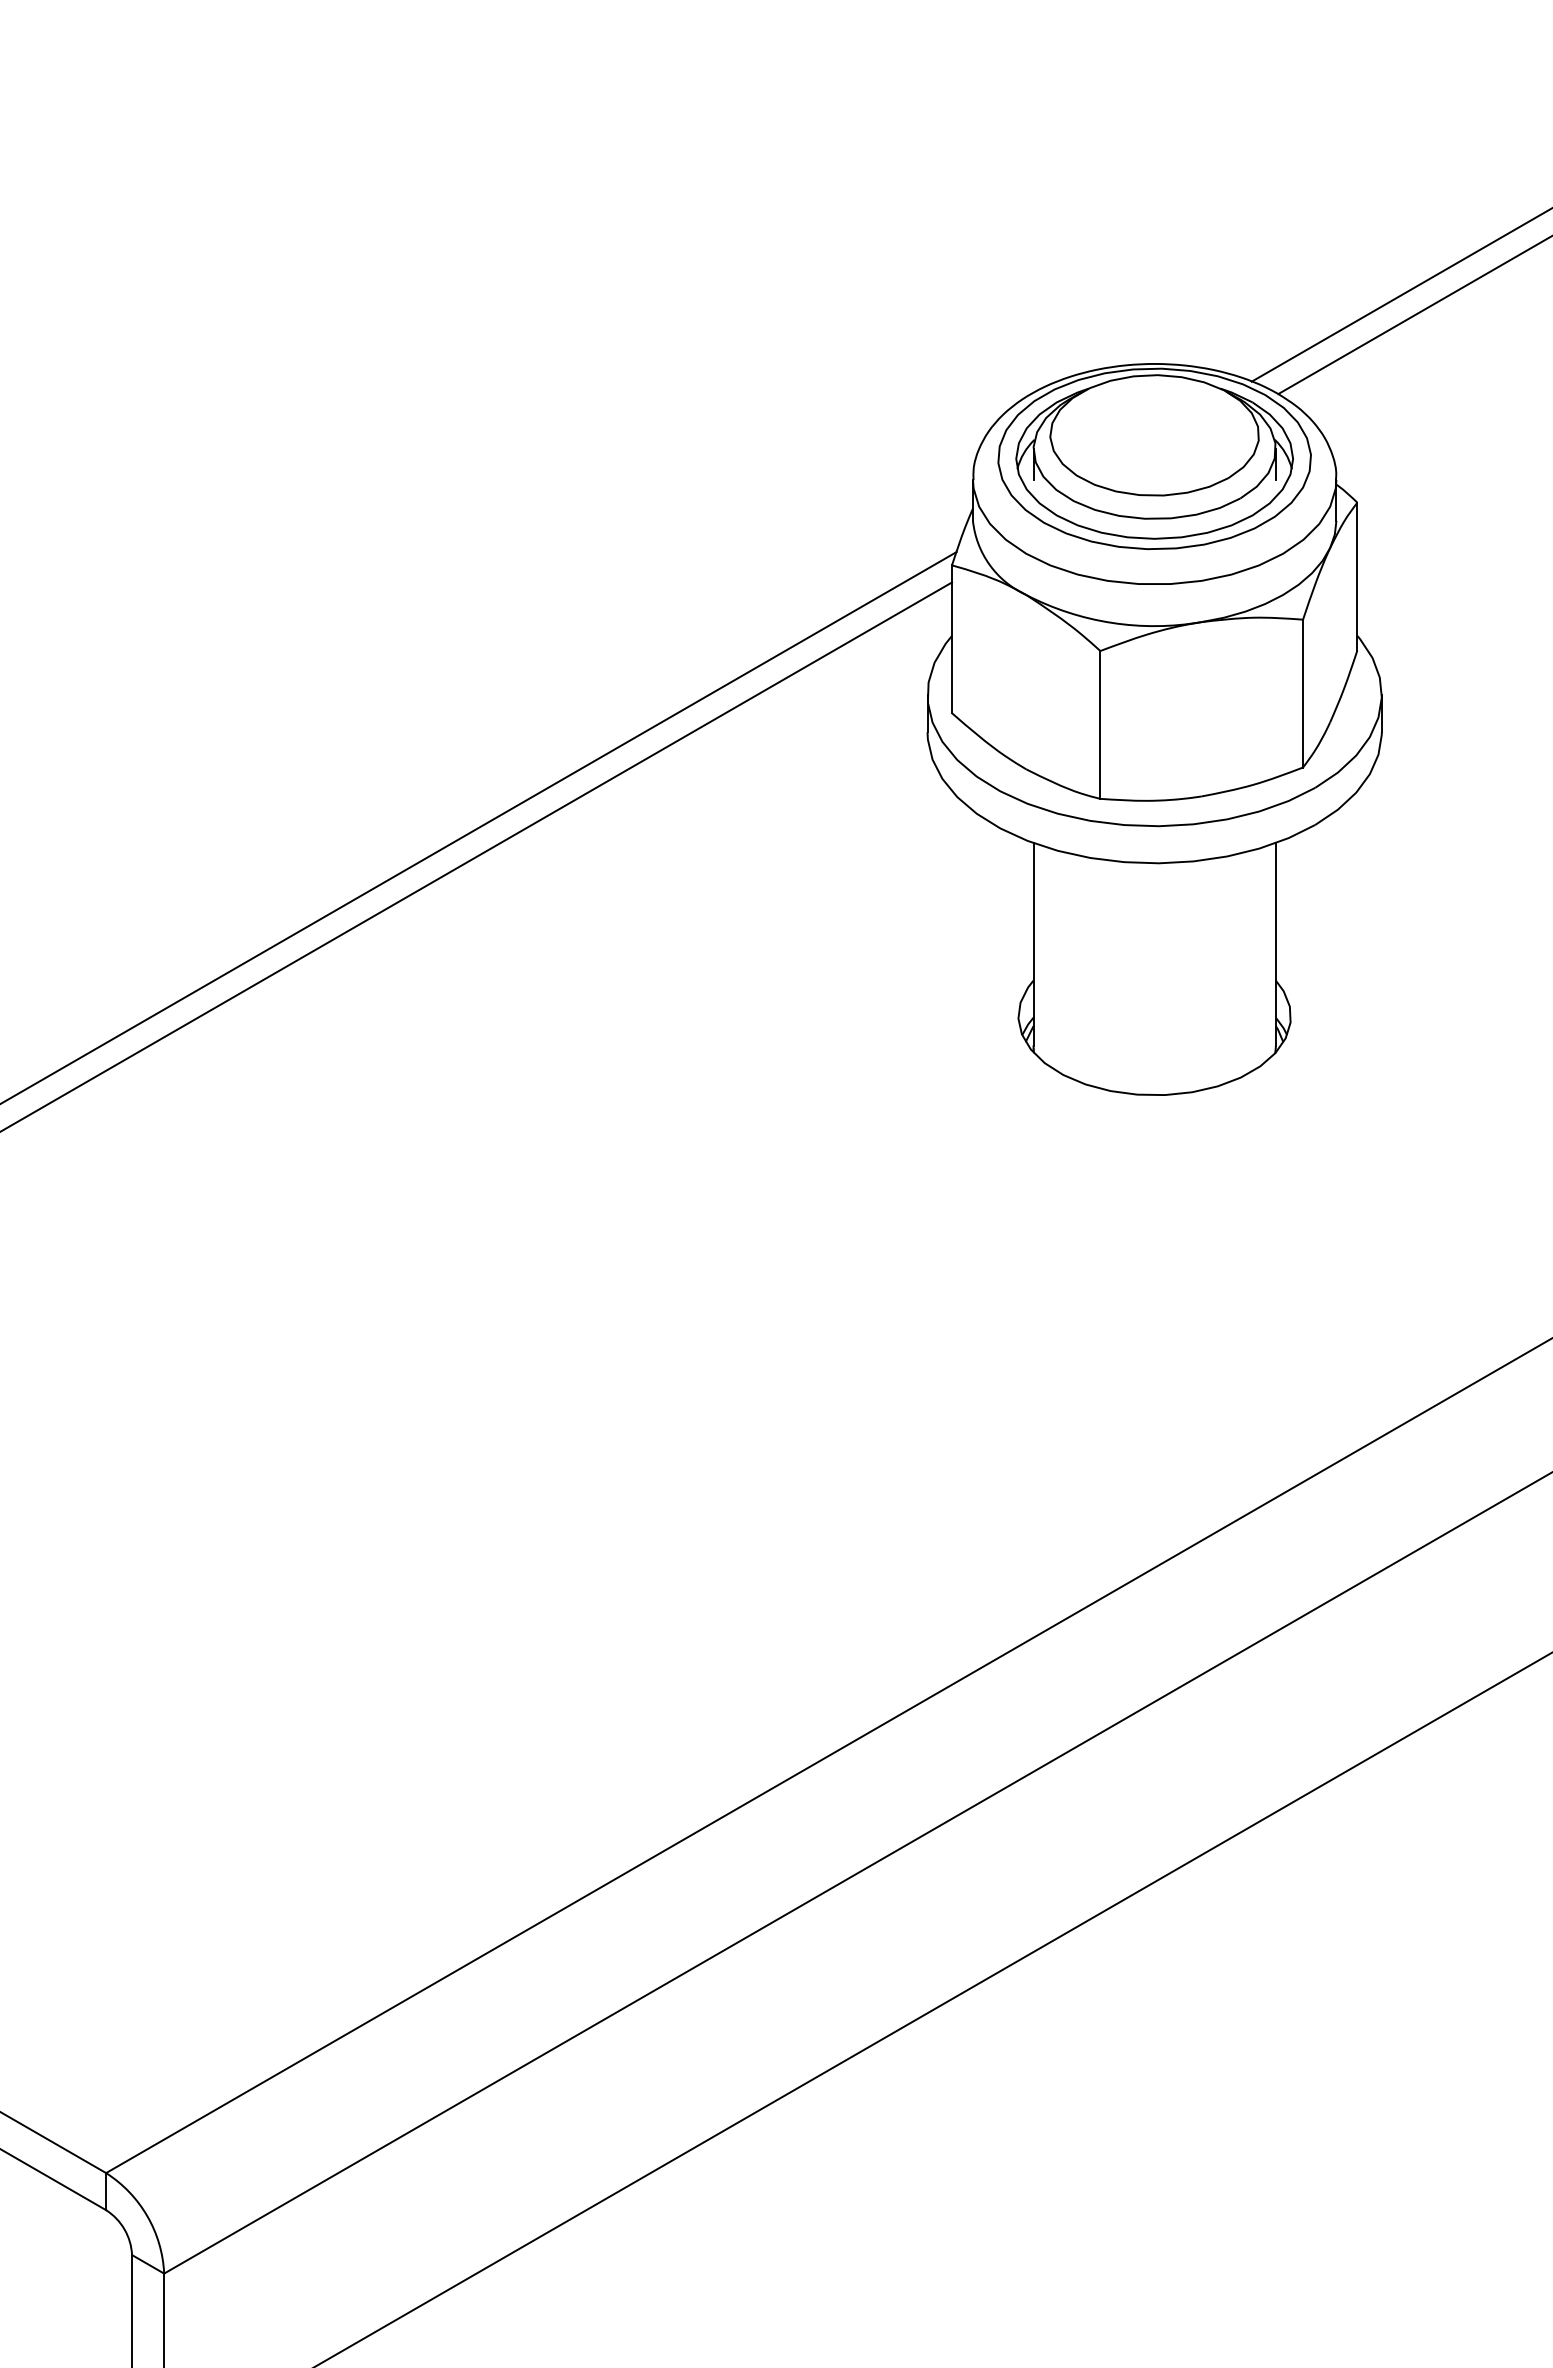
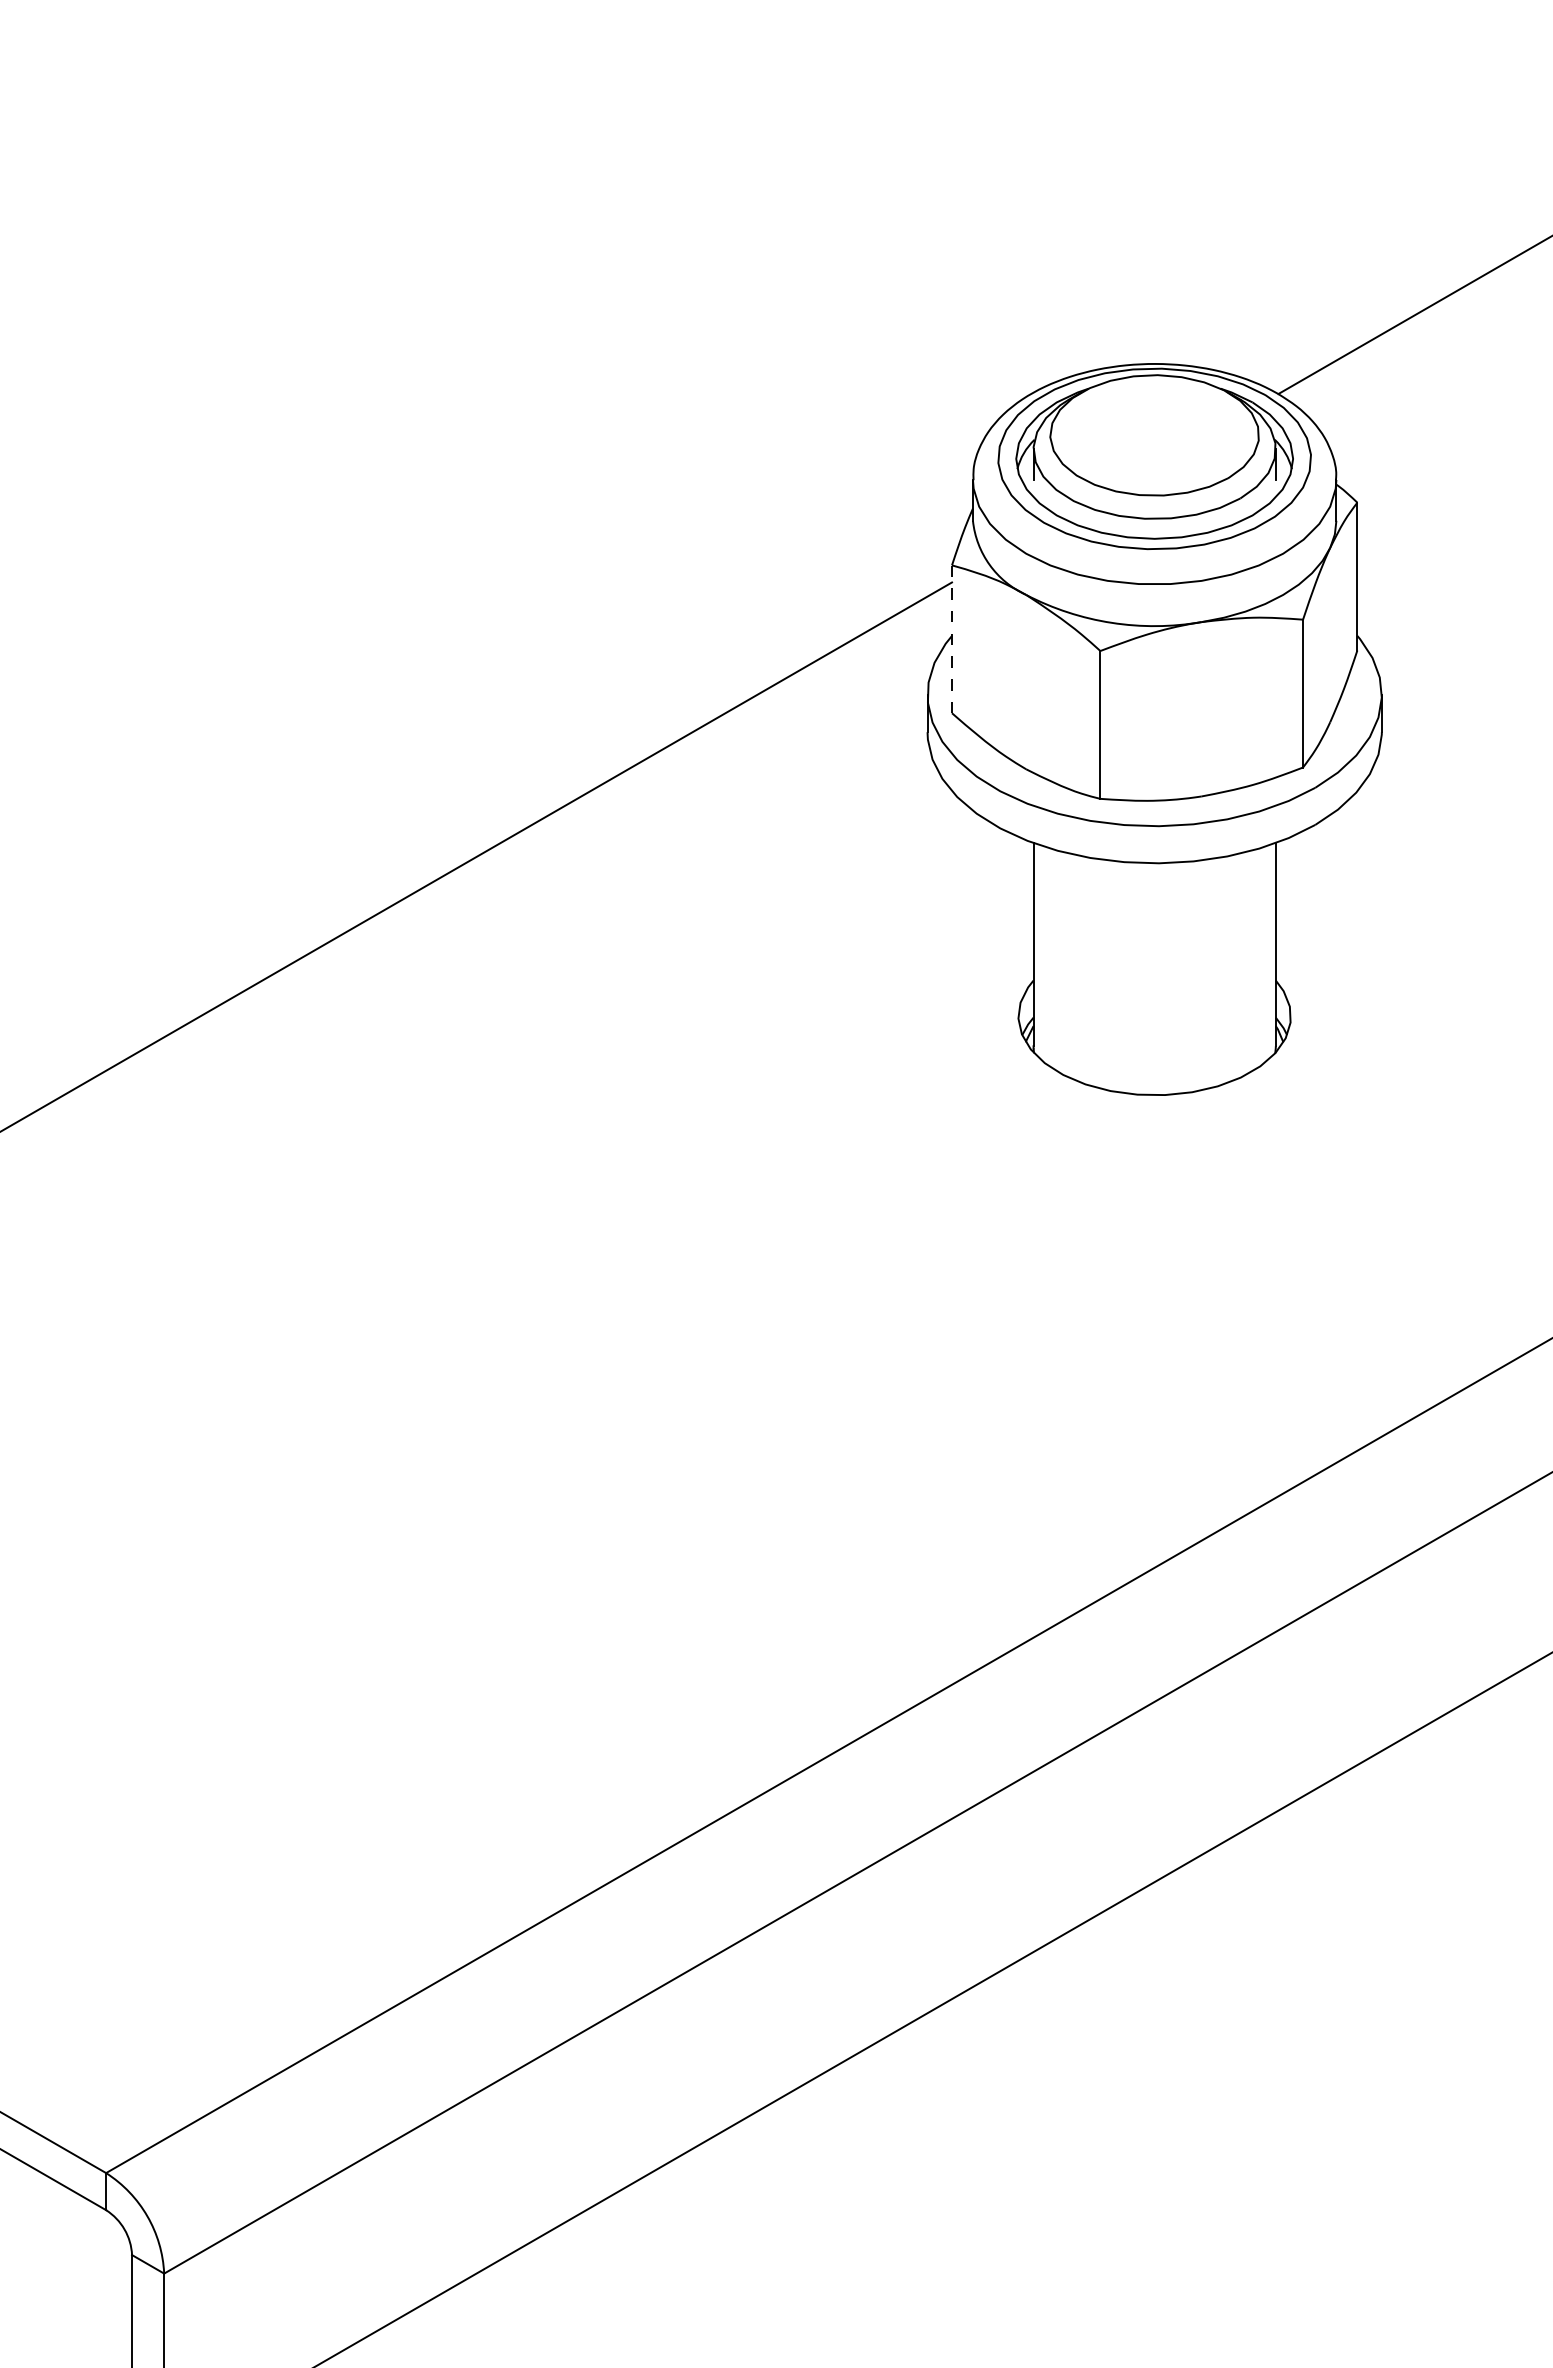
line at (1400, 295): present -> none
line at (952, 639): solid -> dashed
line at (479, 827): present -> none
